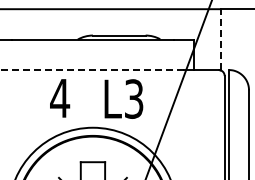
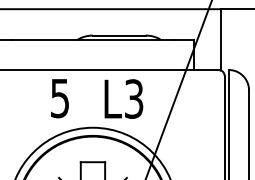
line at (220, 39): dashed -> solid
line at (92, 70): dashed -> solid
text at (60, 98): 4 -> 5
